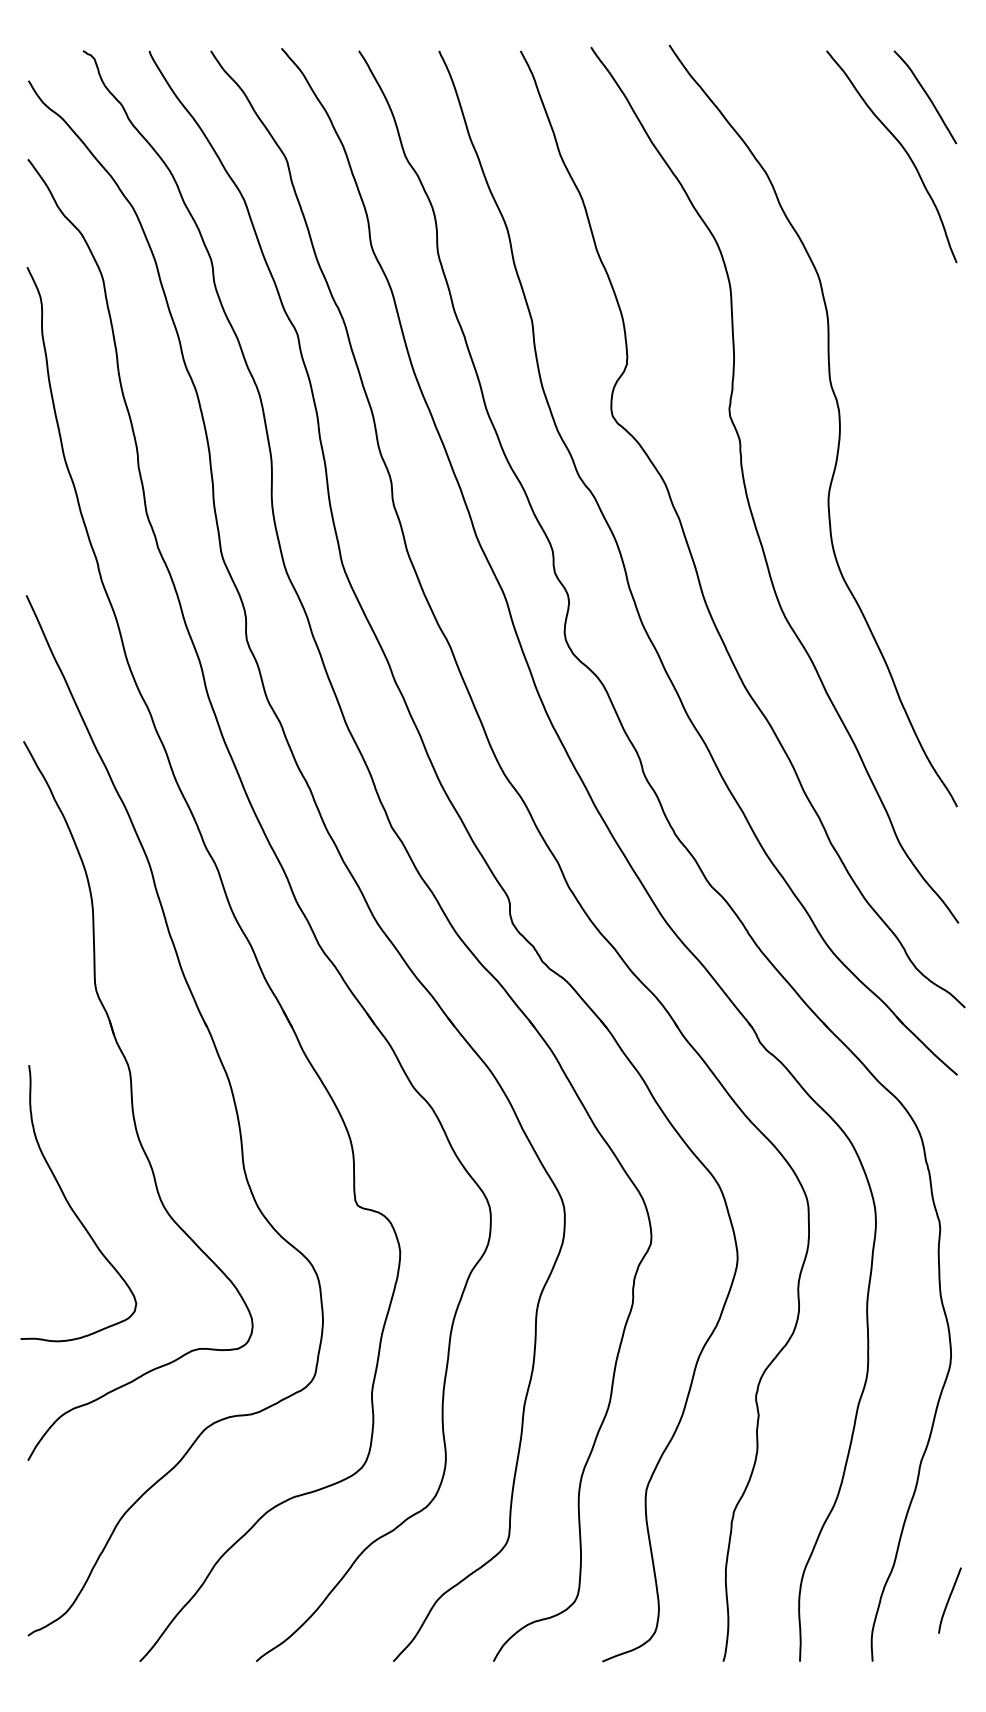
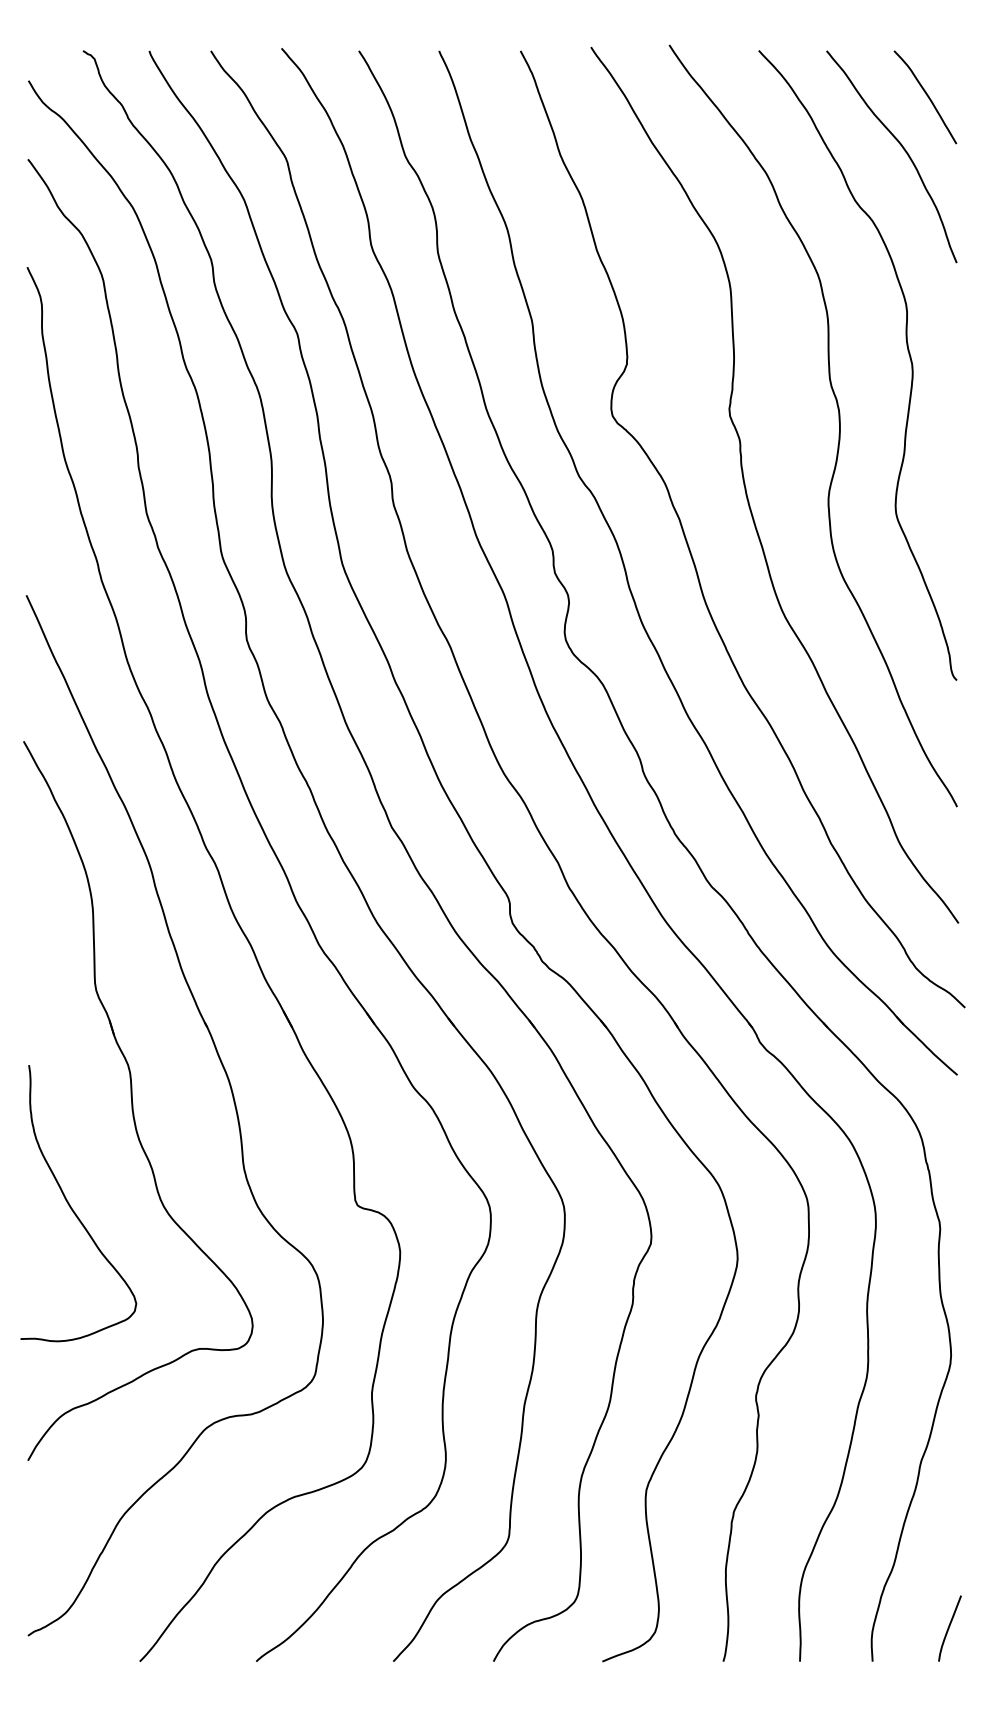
curve at (907, 351): none -> present
curve at (949, 1600) position: (949, 1600) -> (949, 1628)
